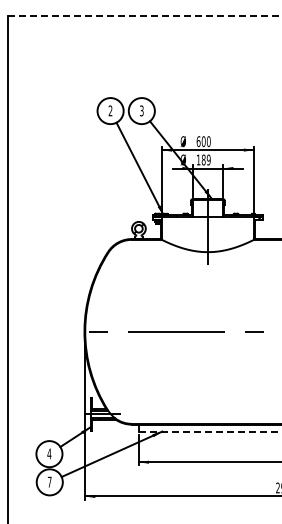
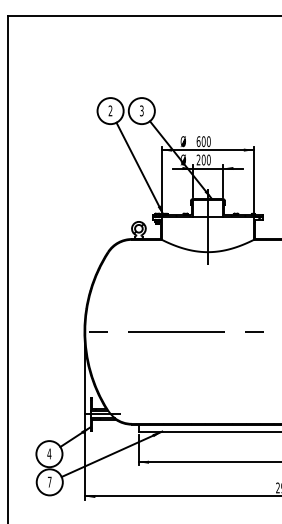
line at (145, 15): dashed -> solid
text at (203, 159): 189 -> 200
line at (210, 431): dashed -> solid
